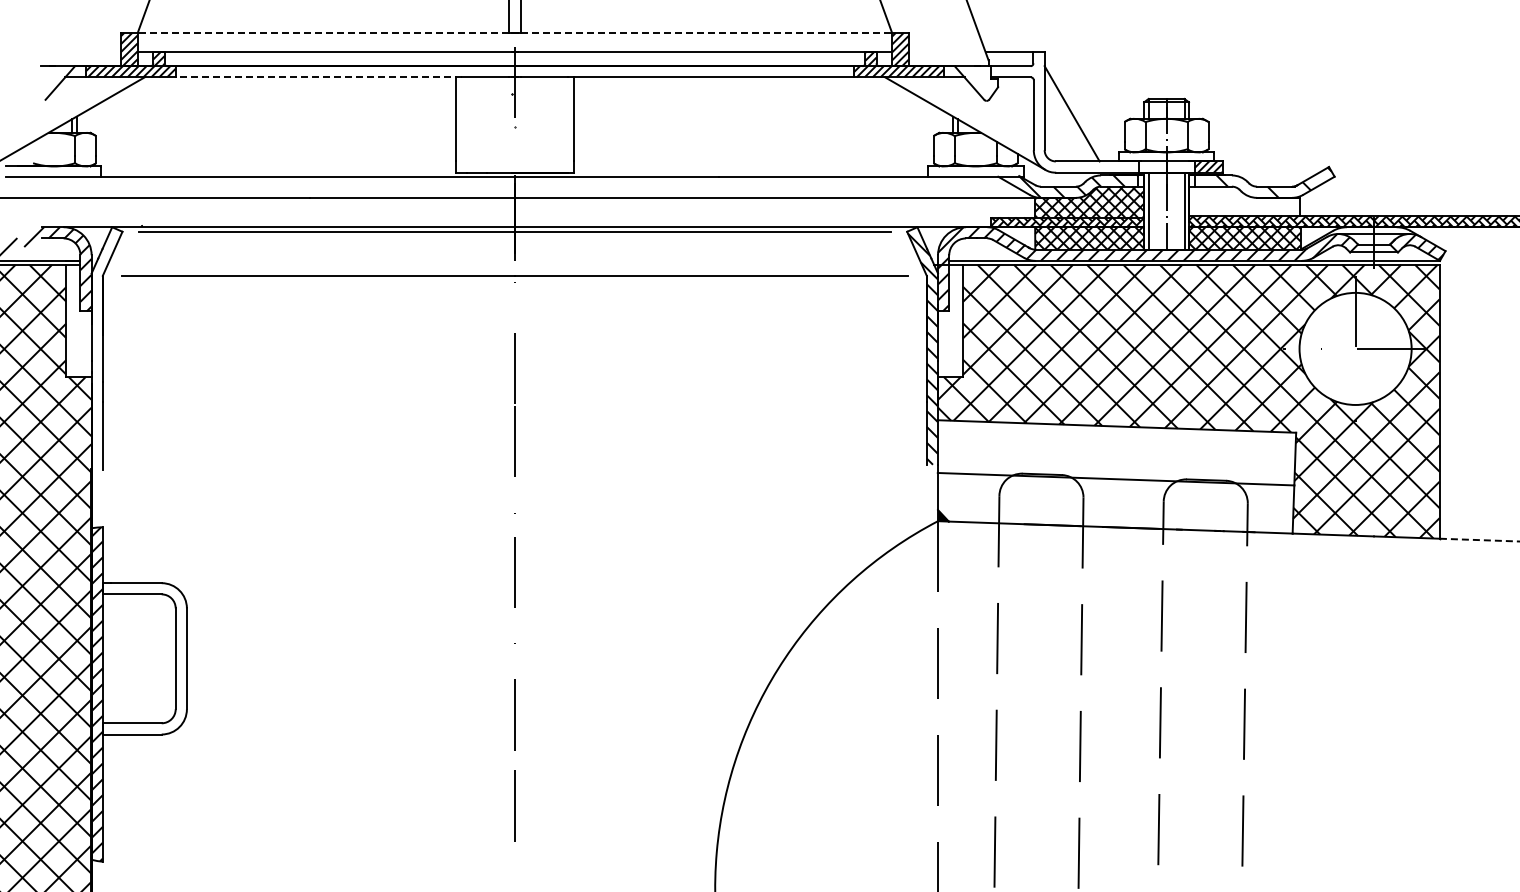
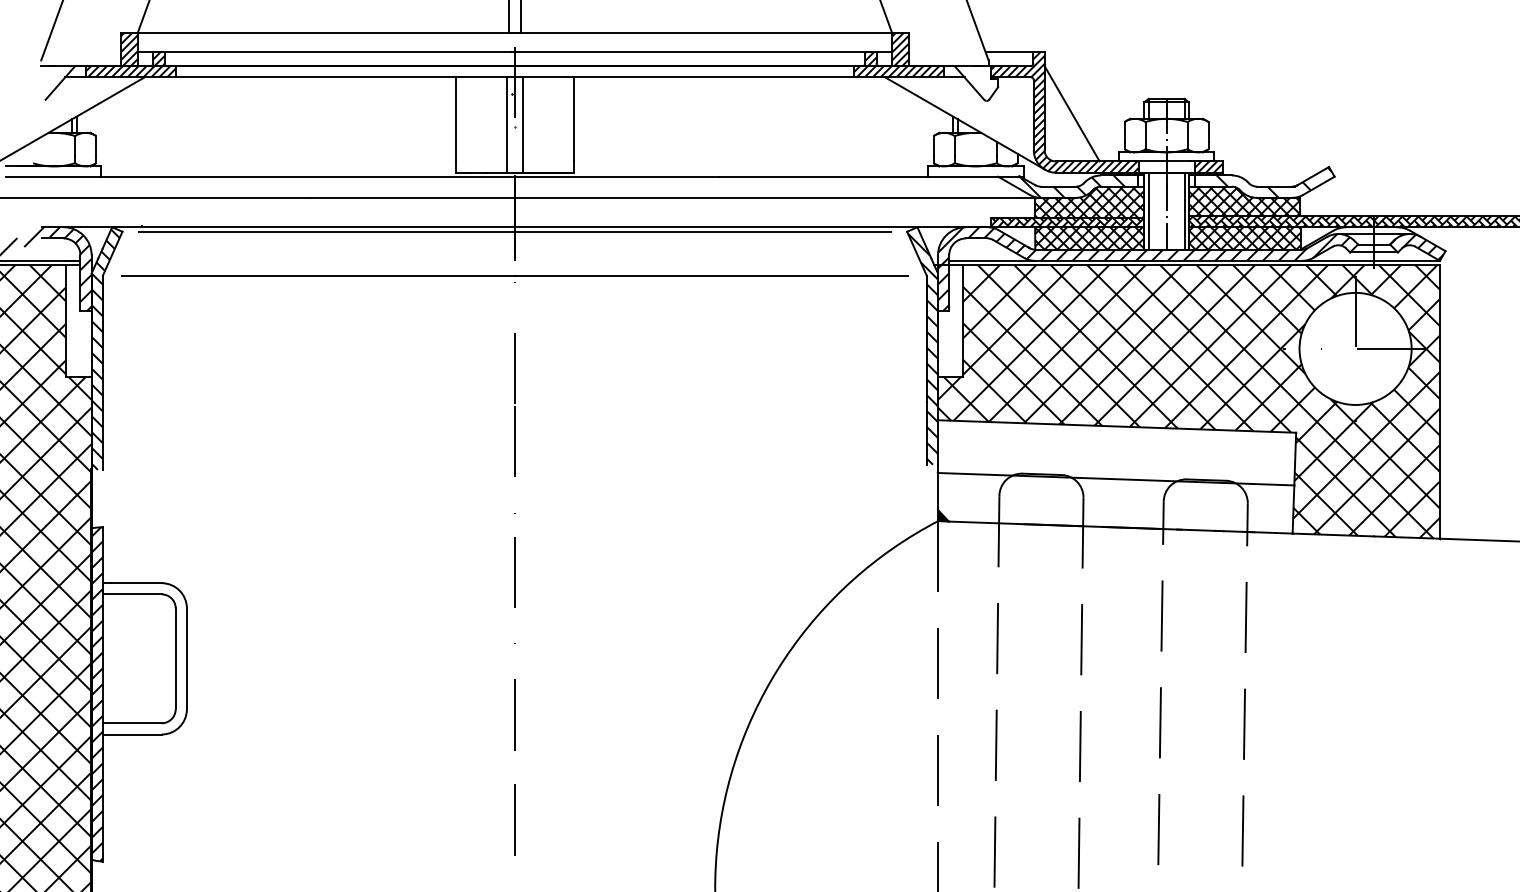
line at (51, 31): none -> present
line at (323, 32): dashed -> solid
line at (706, 32): dashed -> solid
line at (318, 77): dashed -> solid
hatch at (1064, 112): none -> present
line at (506, 124): none -> present
line at (523, 124): none -> present
hatch at (1244, 200): none -> present
hatch at (105, 349): none -> present
line at (1479, 540): dashed -> solid
line at (514, 805) position: (514, 805) -> (514, 819)
